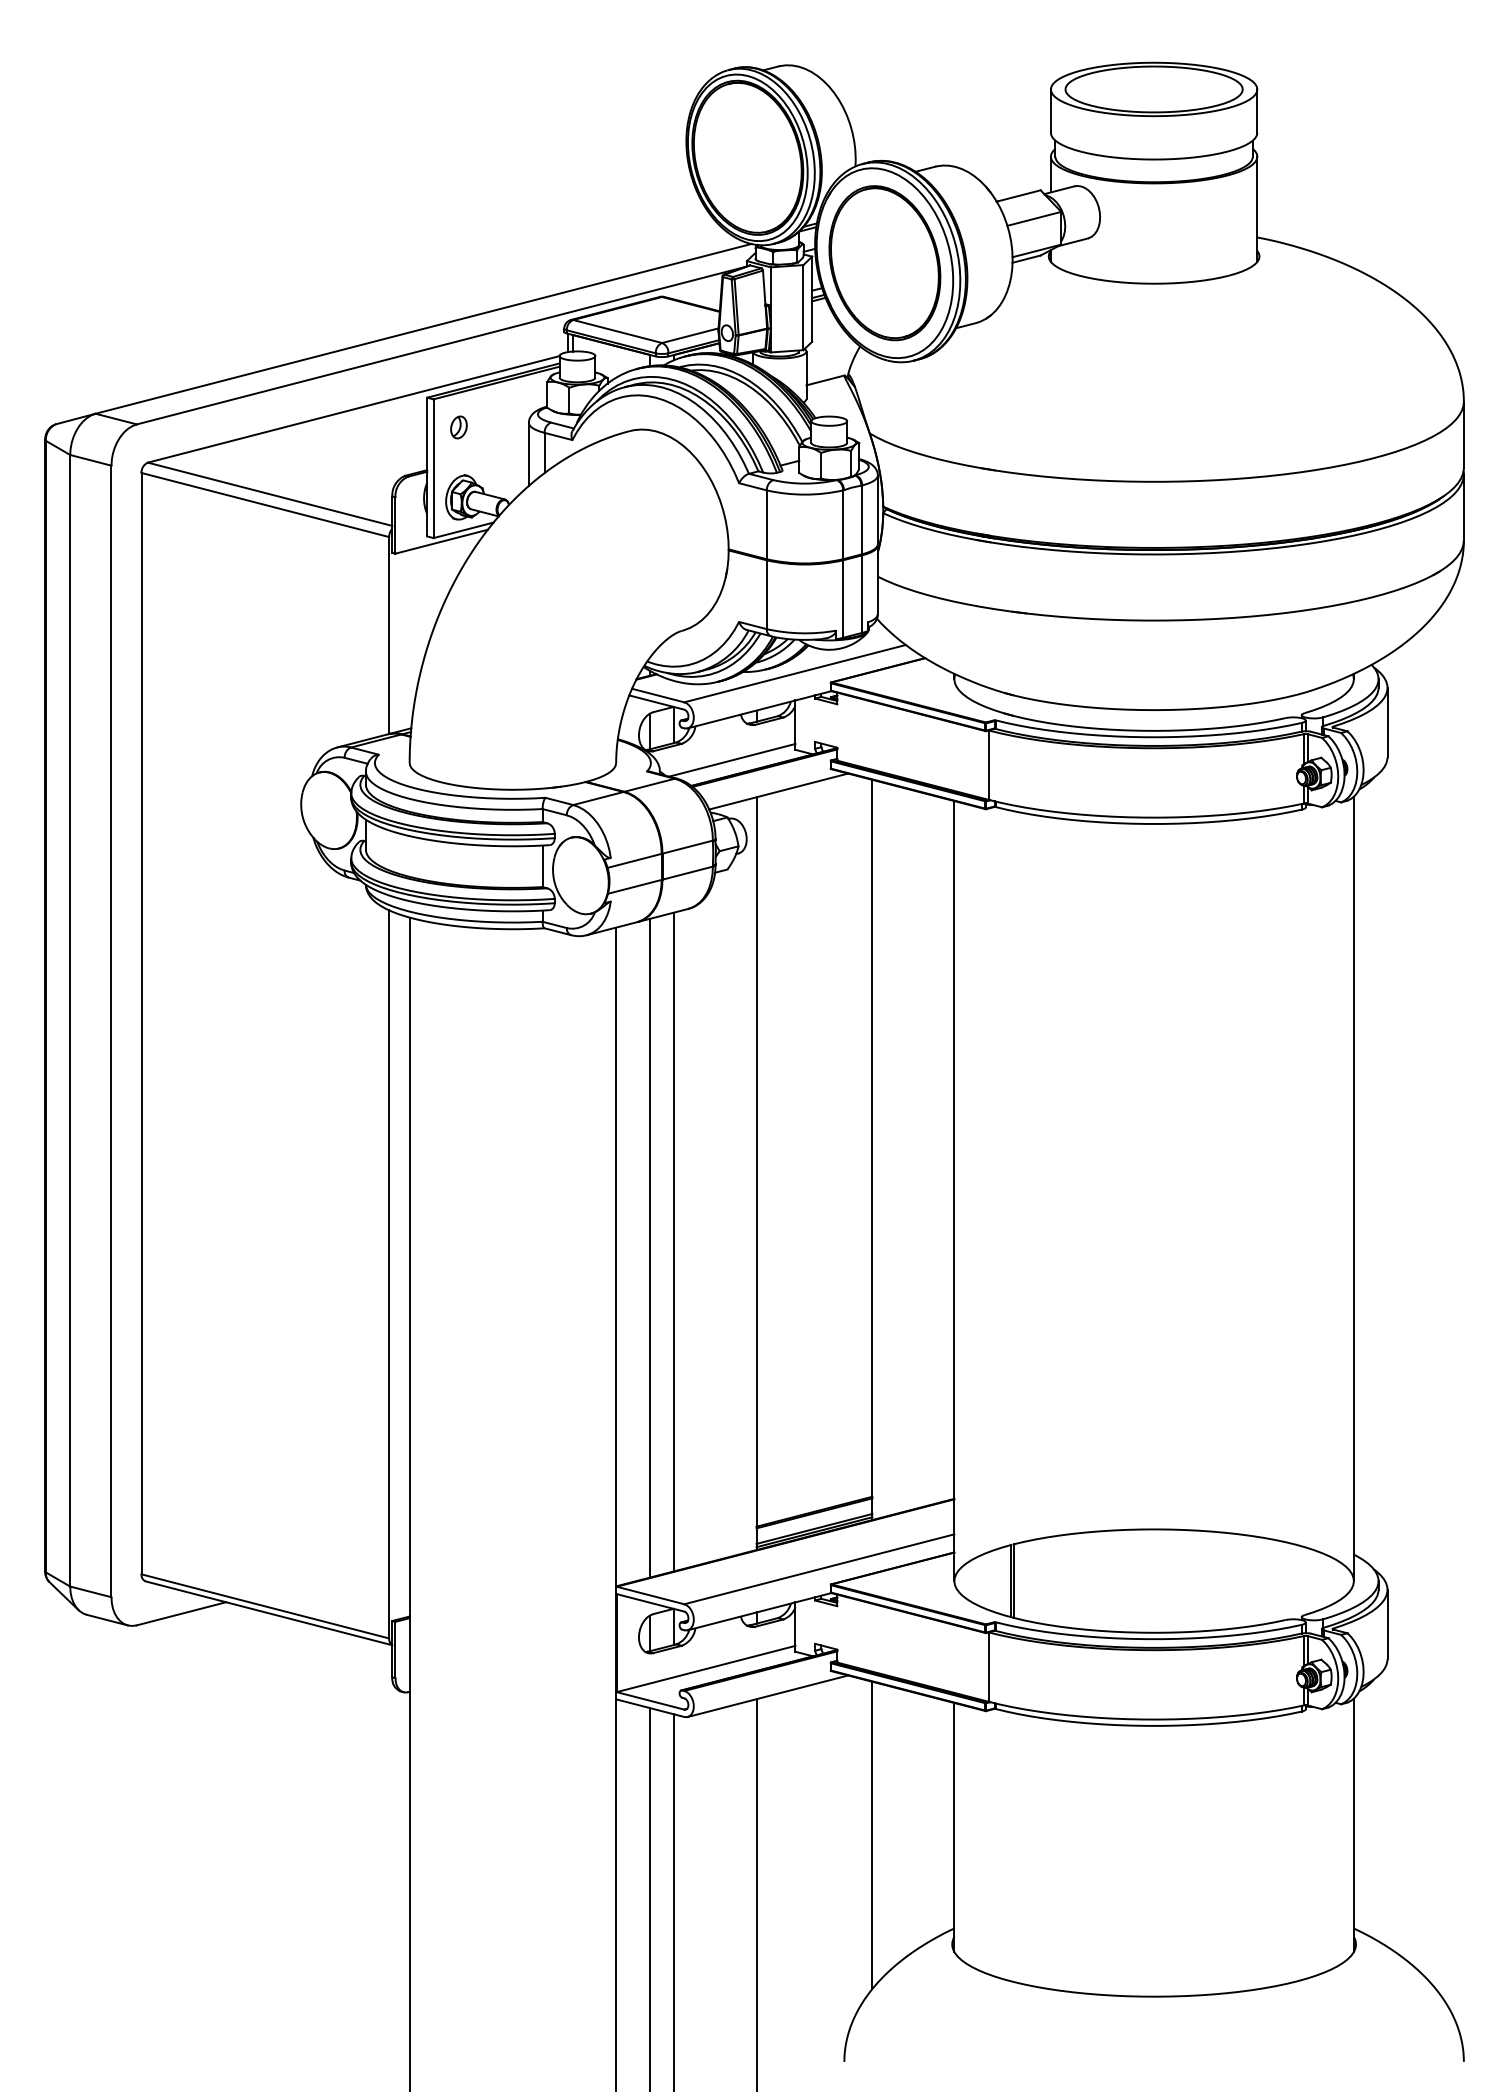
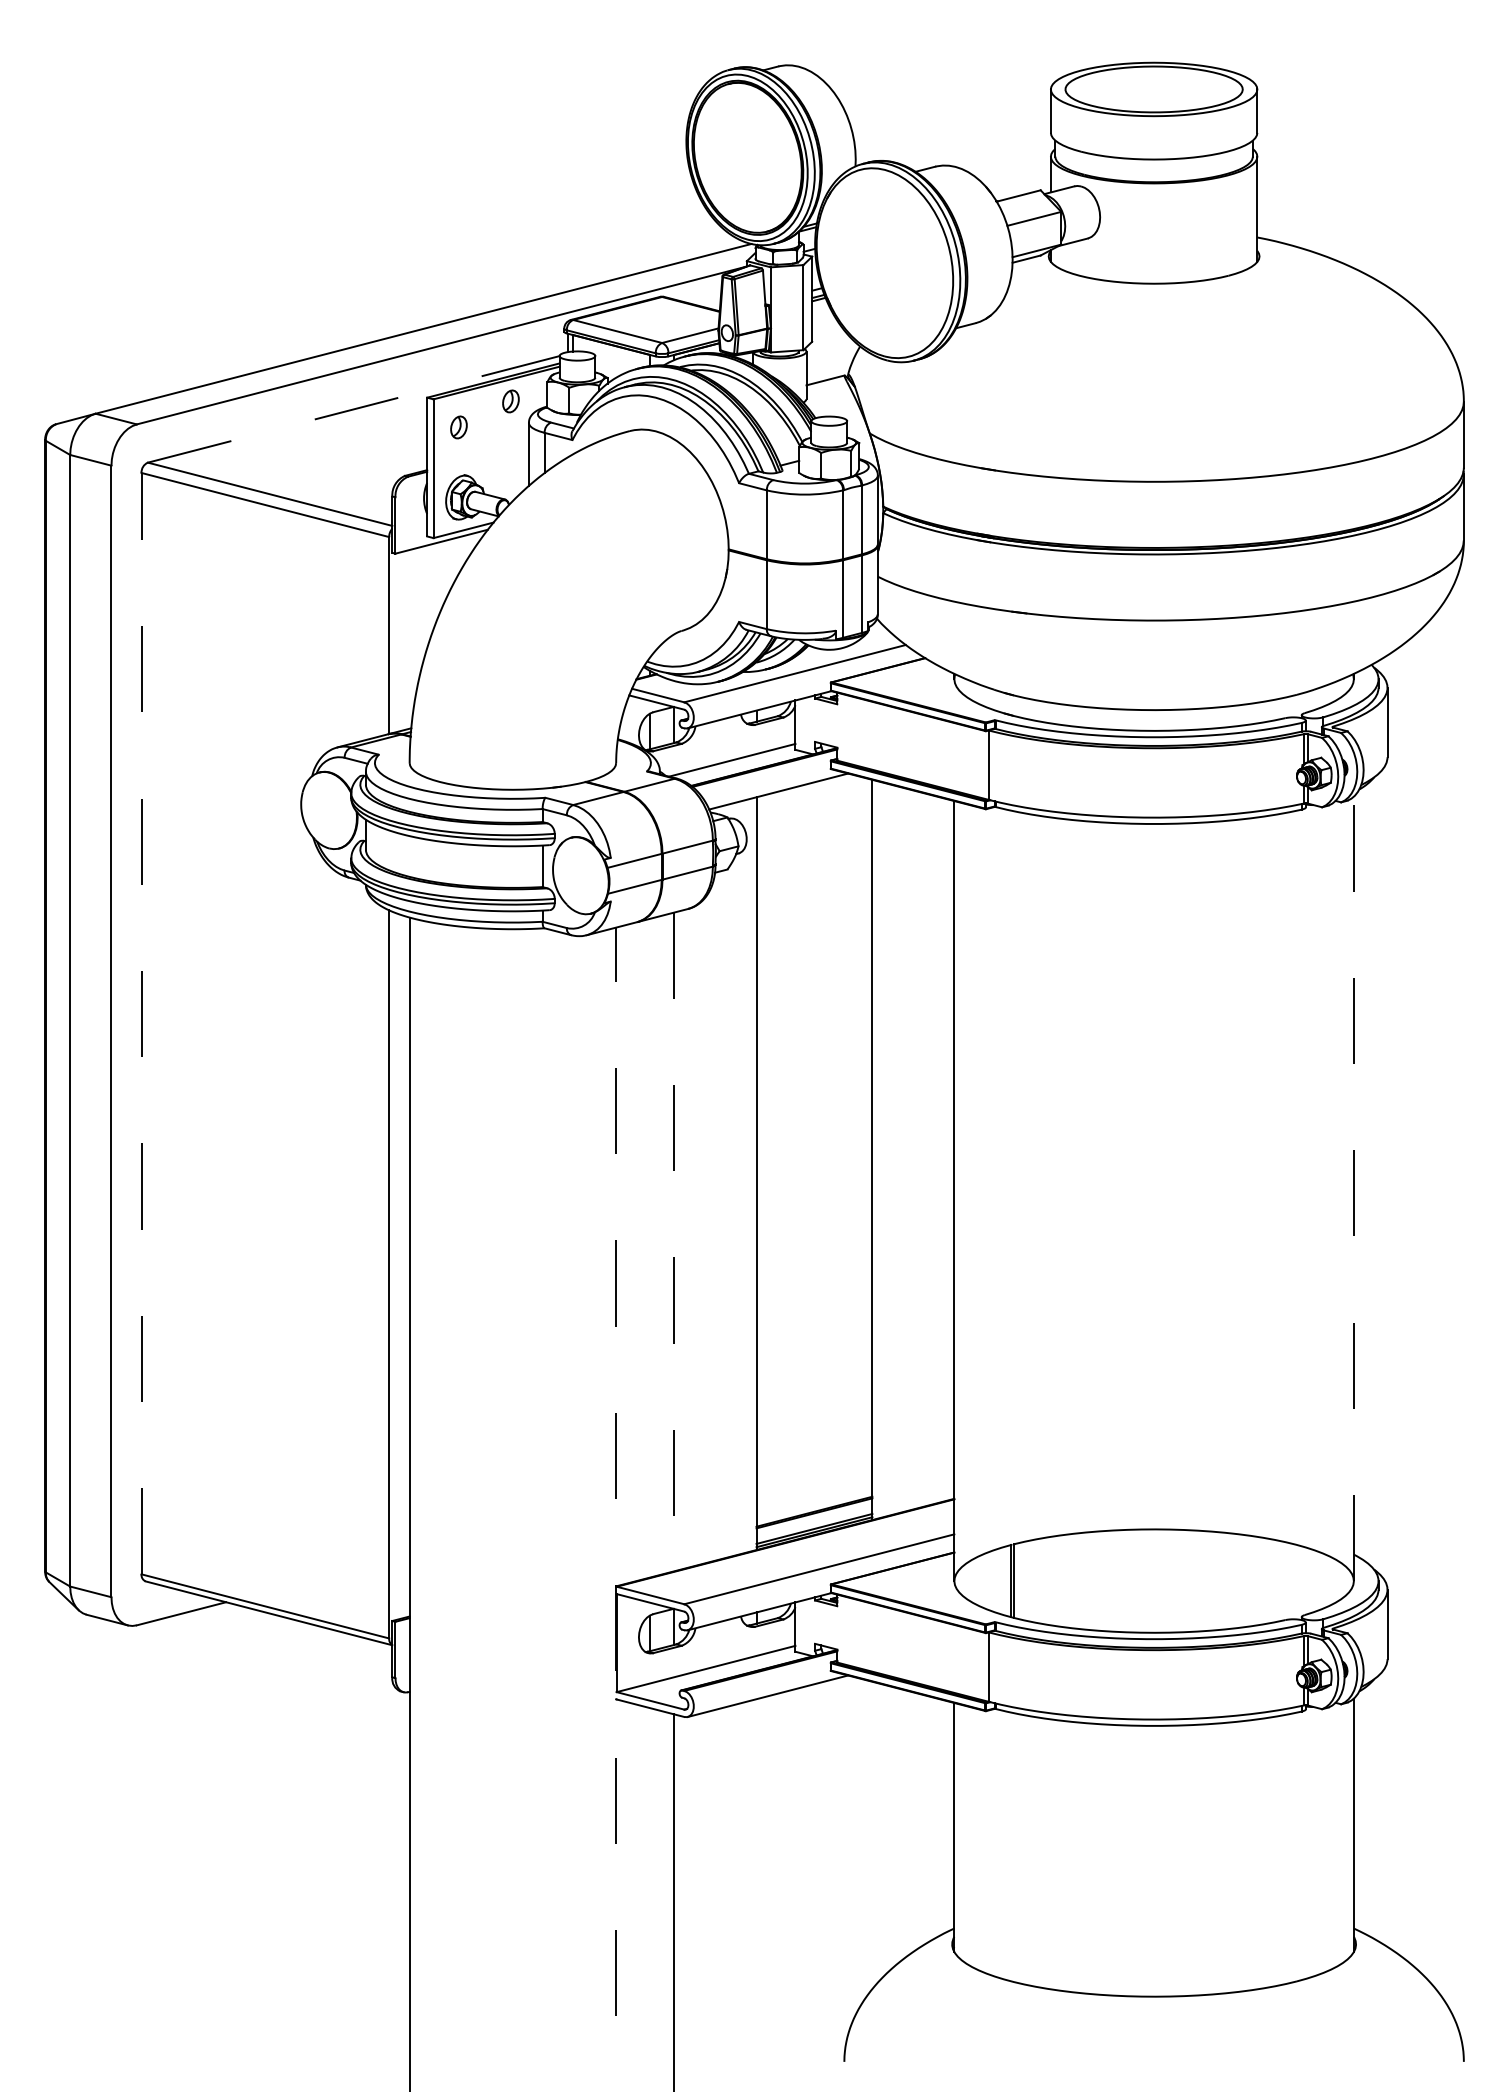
part at (884, 263): present -> none
part at (510, 401): none -> present
line at (353, 409): solid -> dashed
line at (141, 1023): solid -> dashed
line at (1353, 1188): solid -> dashed
line at (674, 1242): solid -> dashed
line at (649, 1247): present -> none
line at (616, 1509): solid -> dashed
line at (872, 1835): present -> none
line at (756, 1893): present -> none
line at (649, 1898): present -> none
